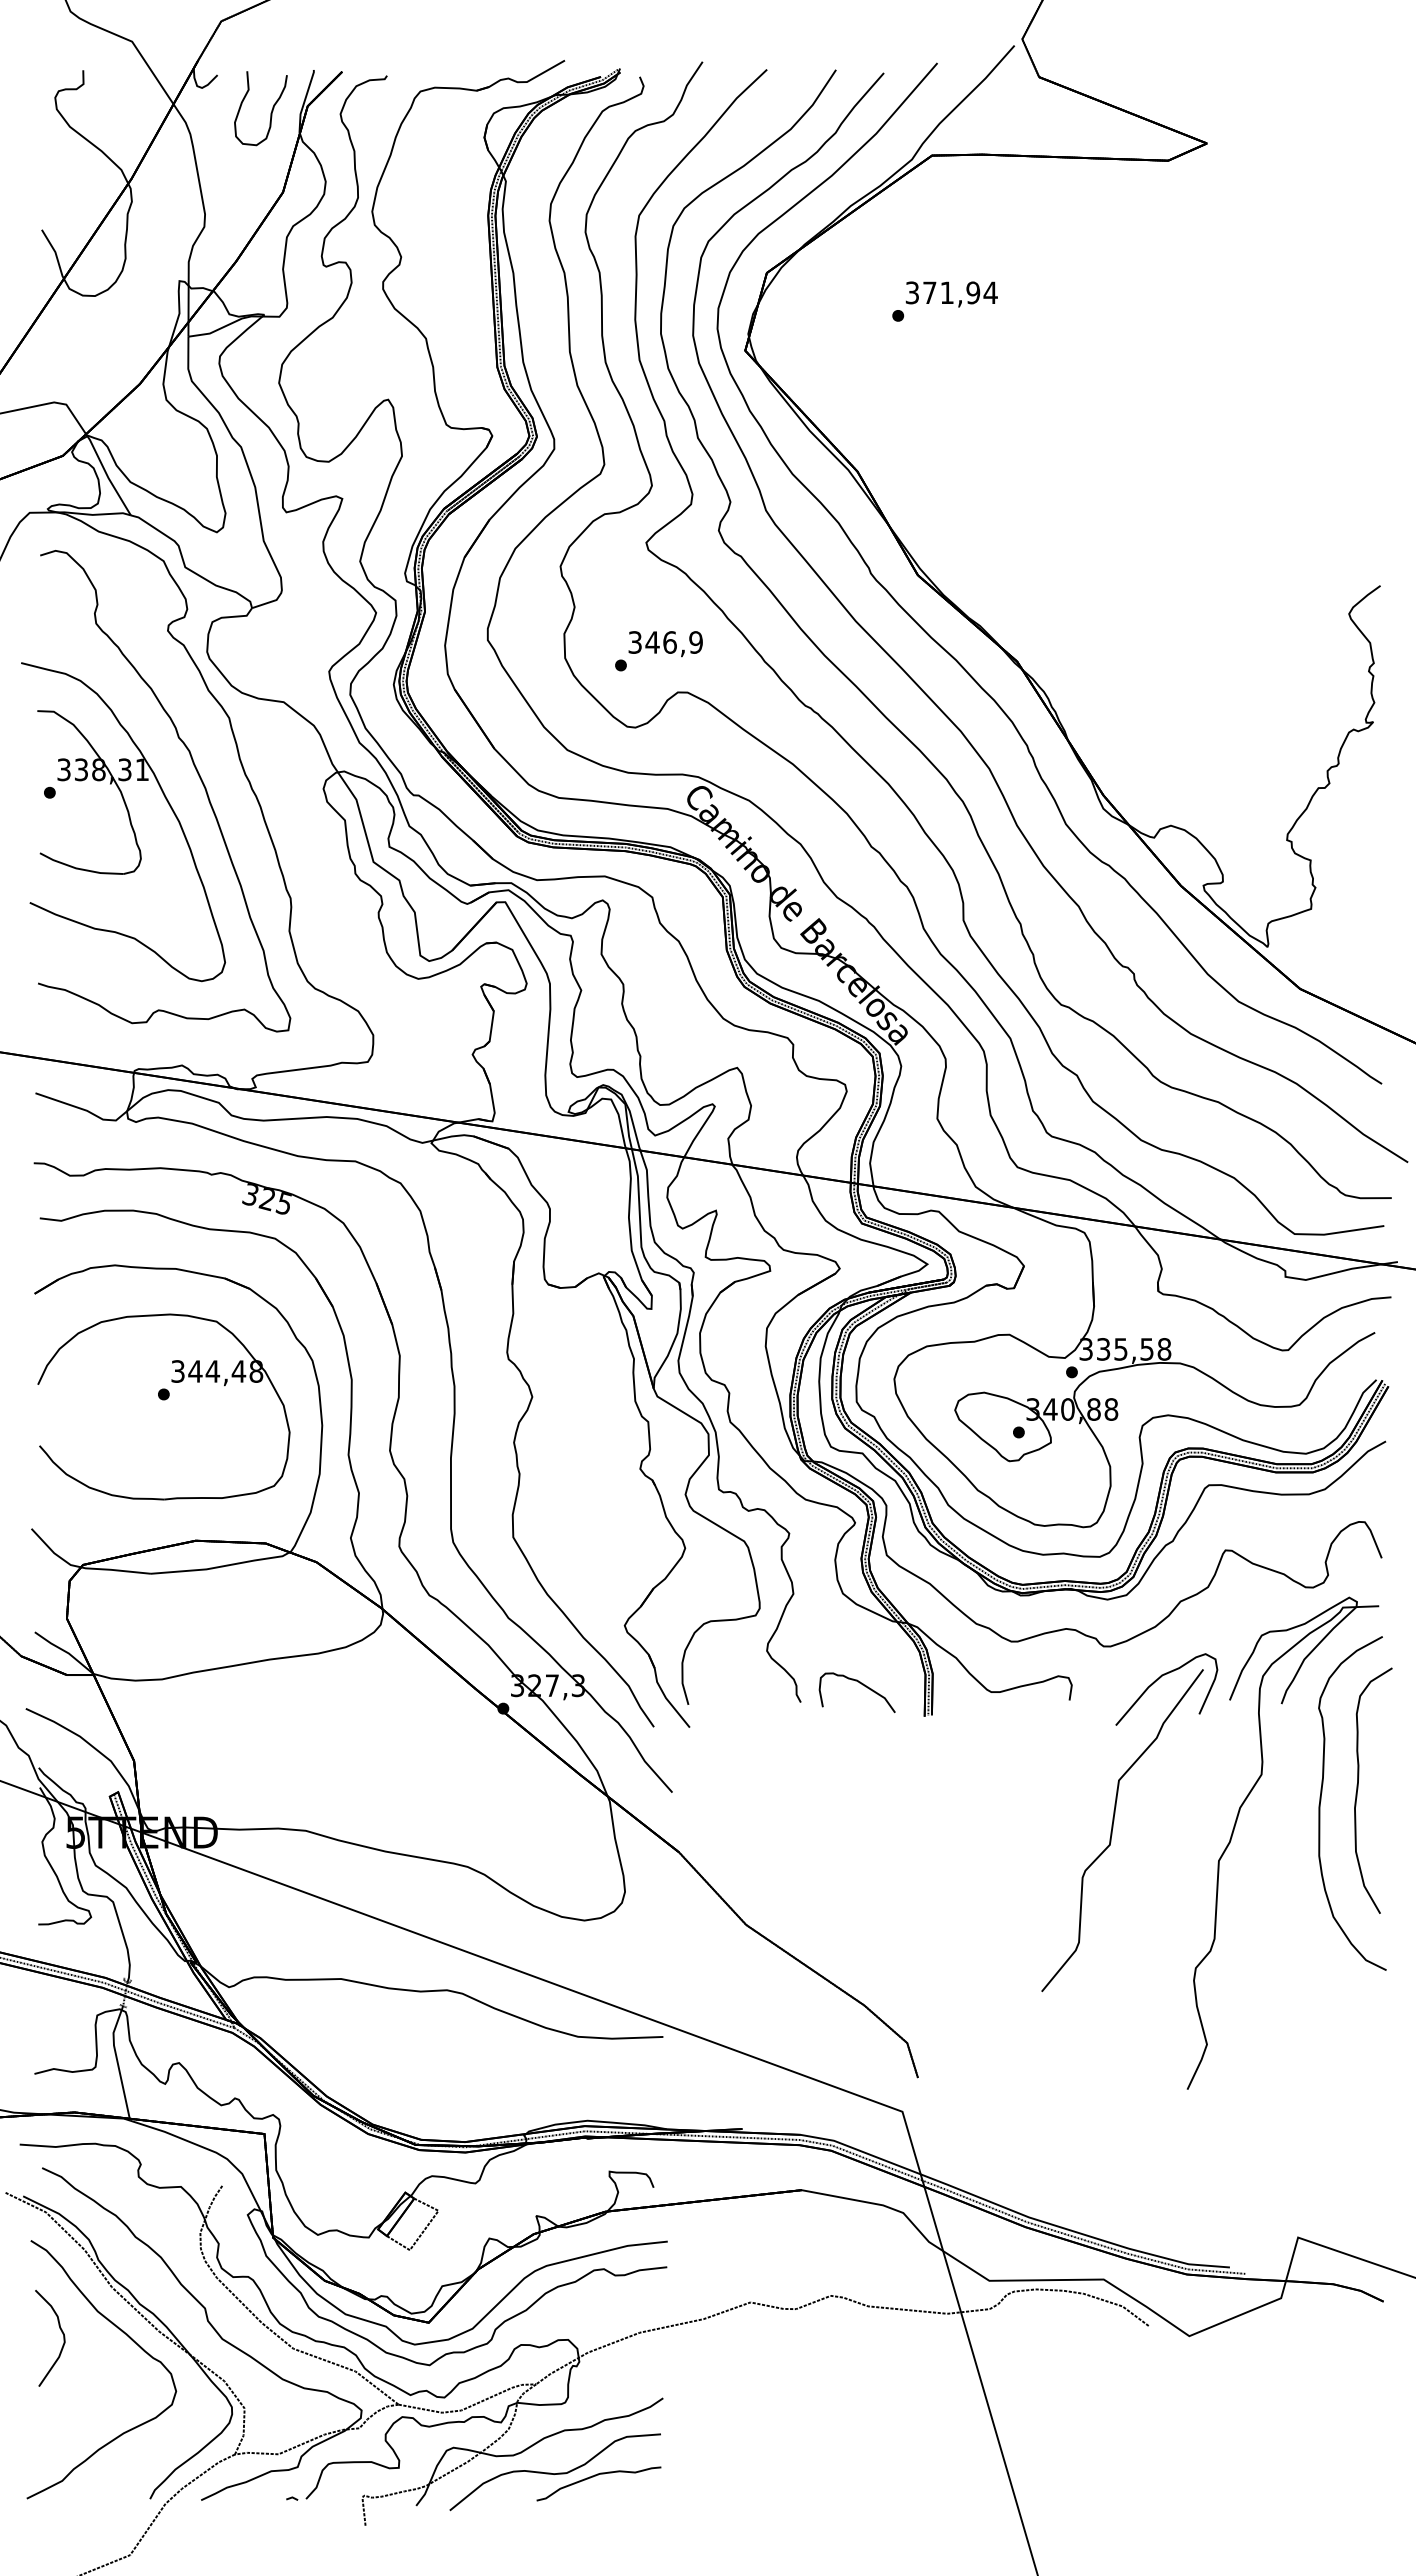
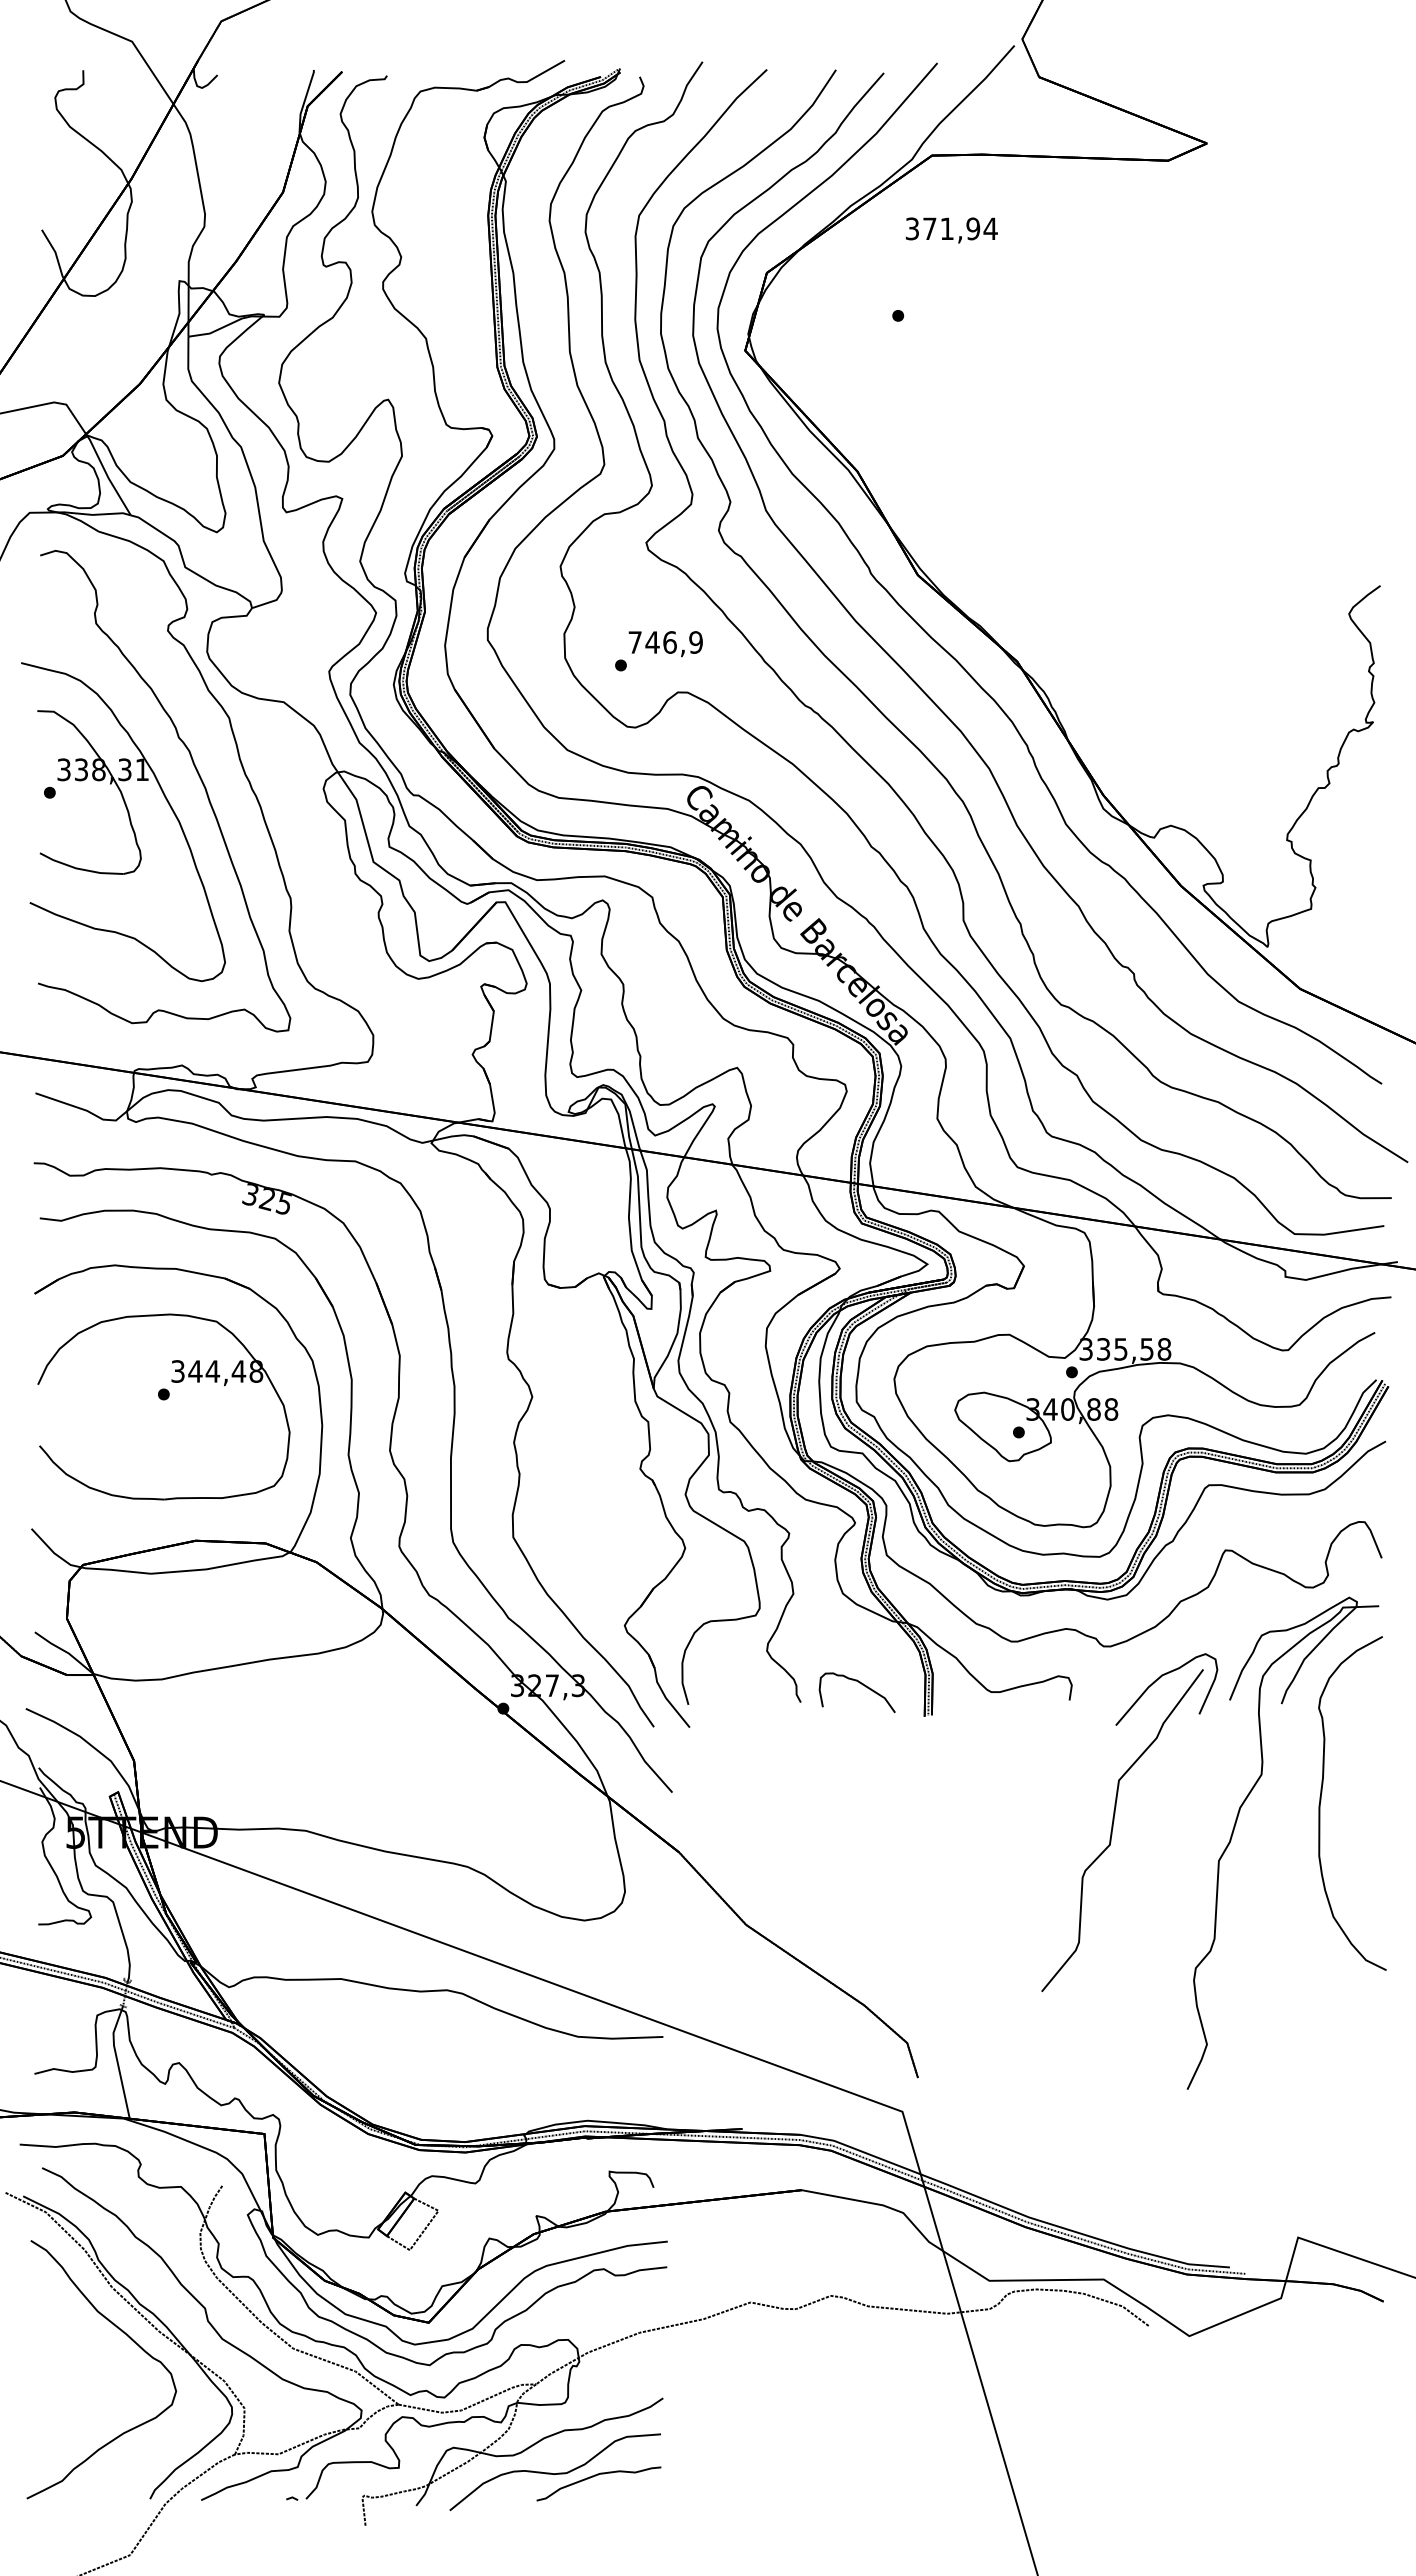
curve at (271, 109): present -> none
text at (951, 294) position: (951, 294) -> (951, 230)
text at (634, 642): 346,9 -> 746,9
curve at (1358, 1789): present -> none
part at (61, 2332): present -> none
